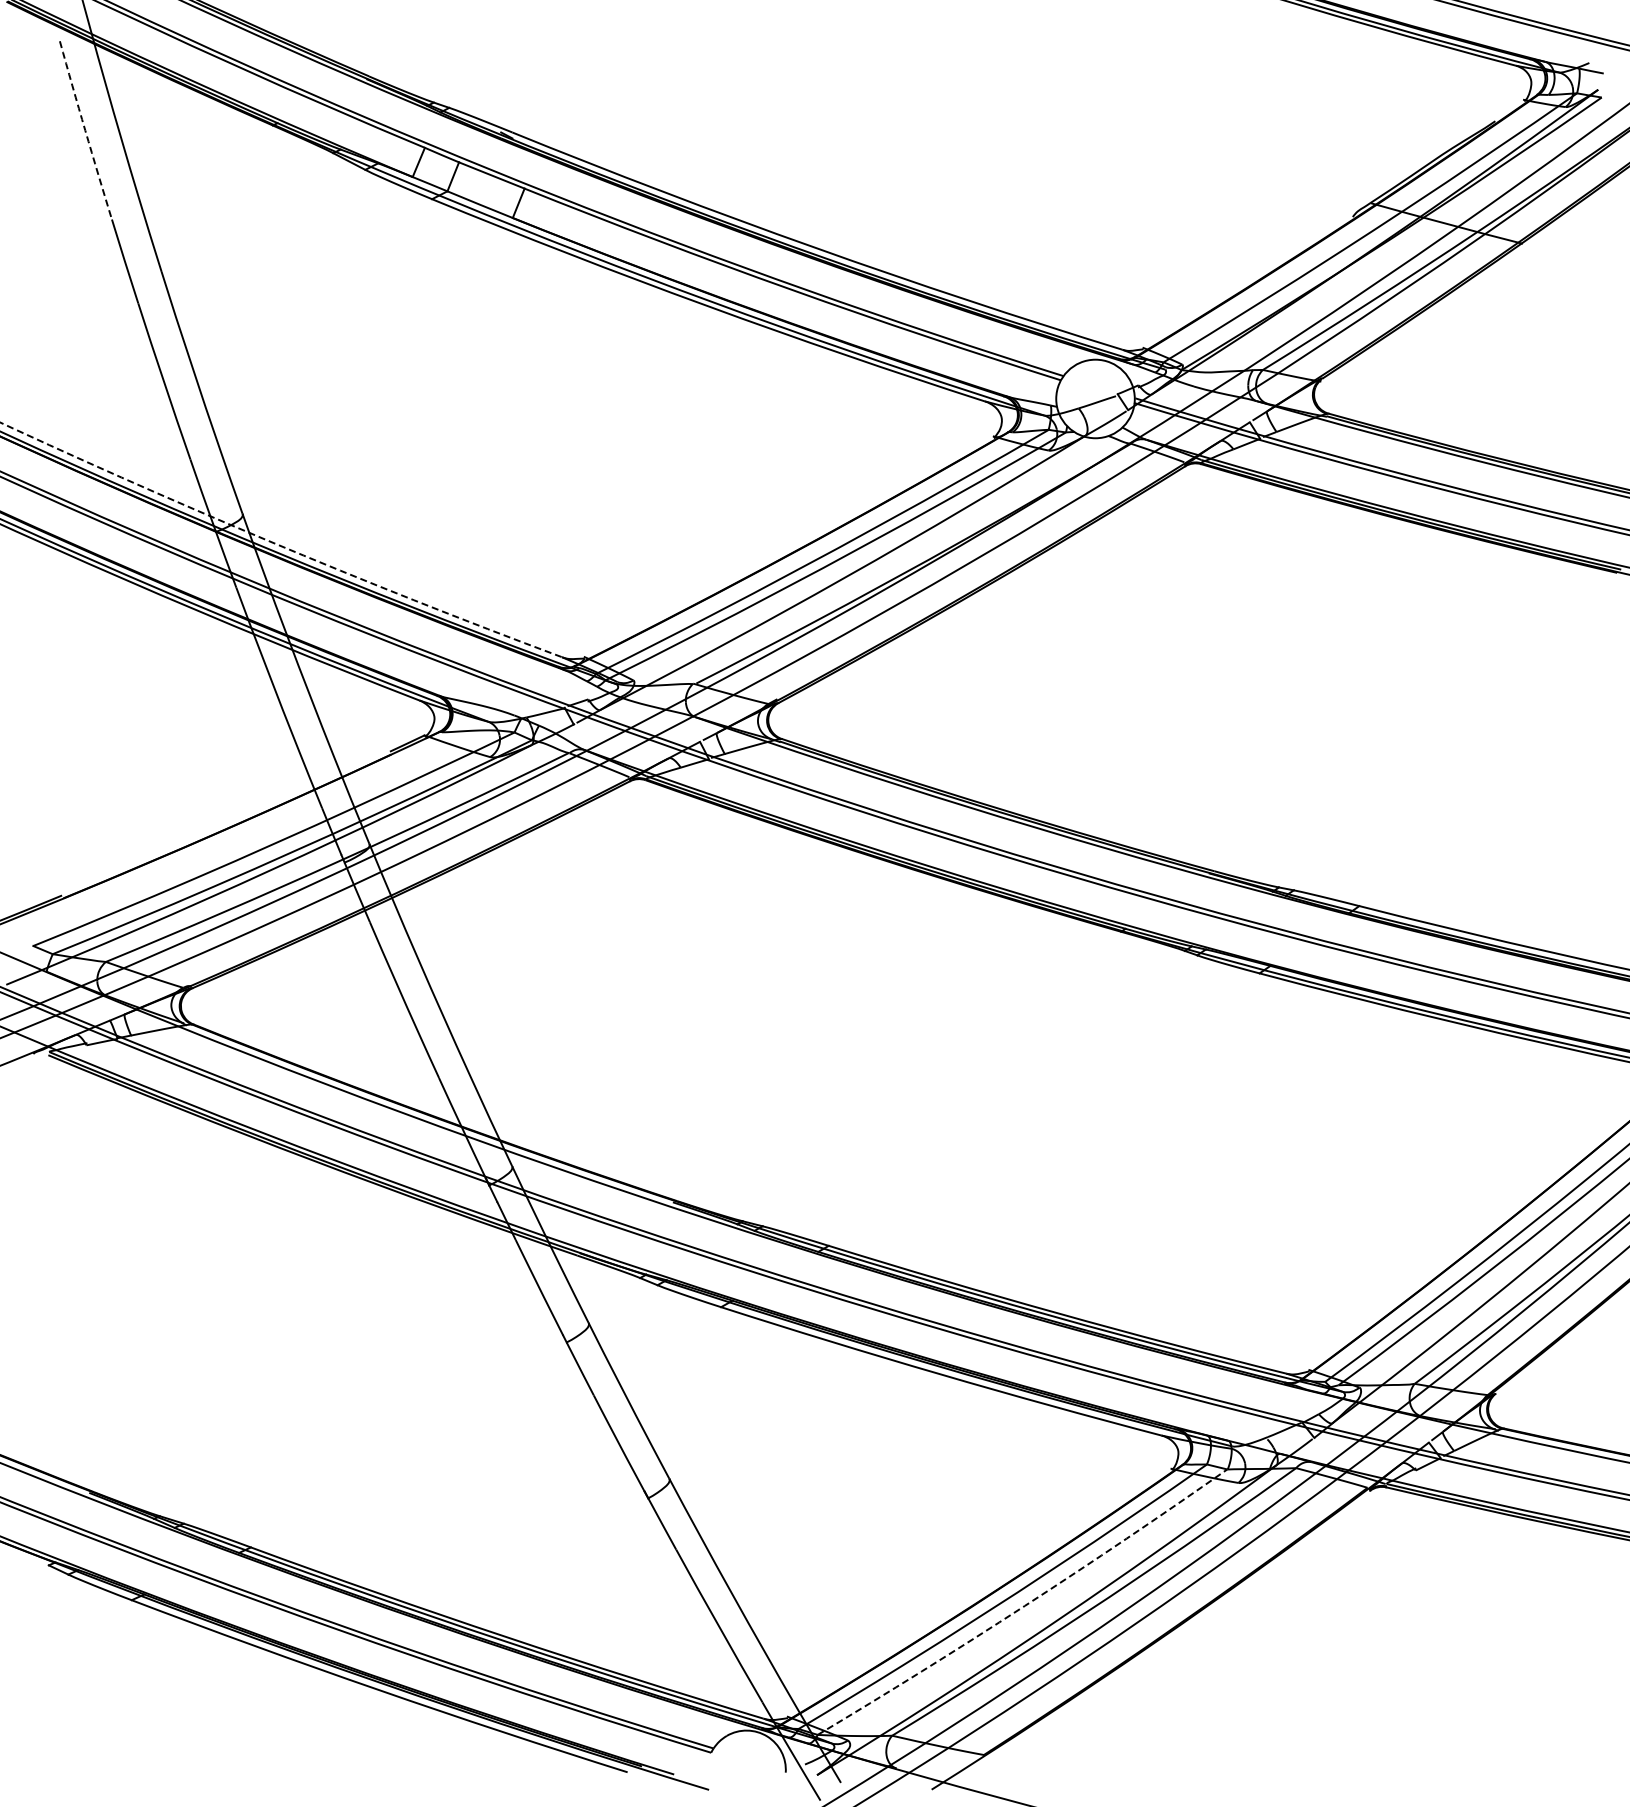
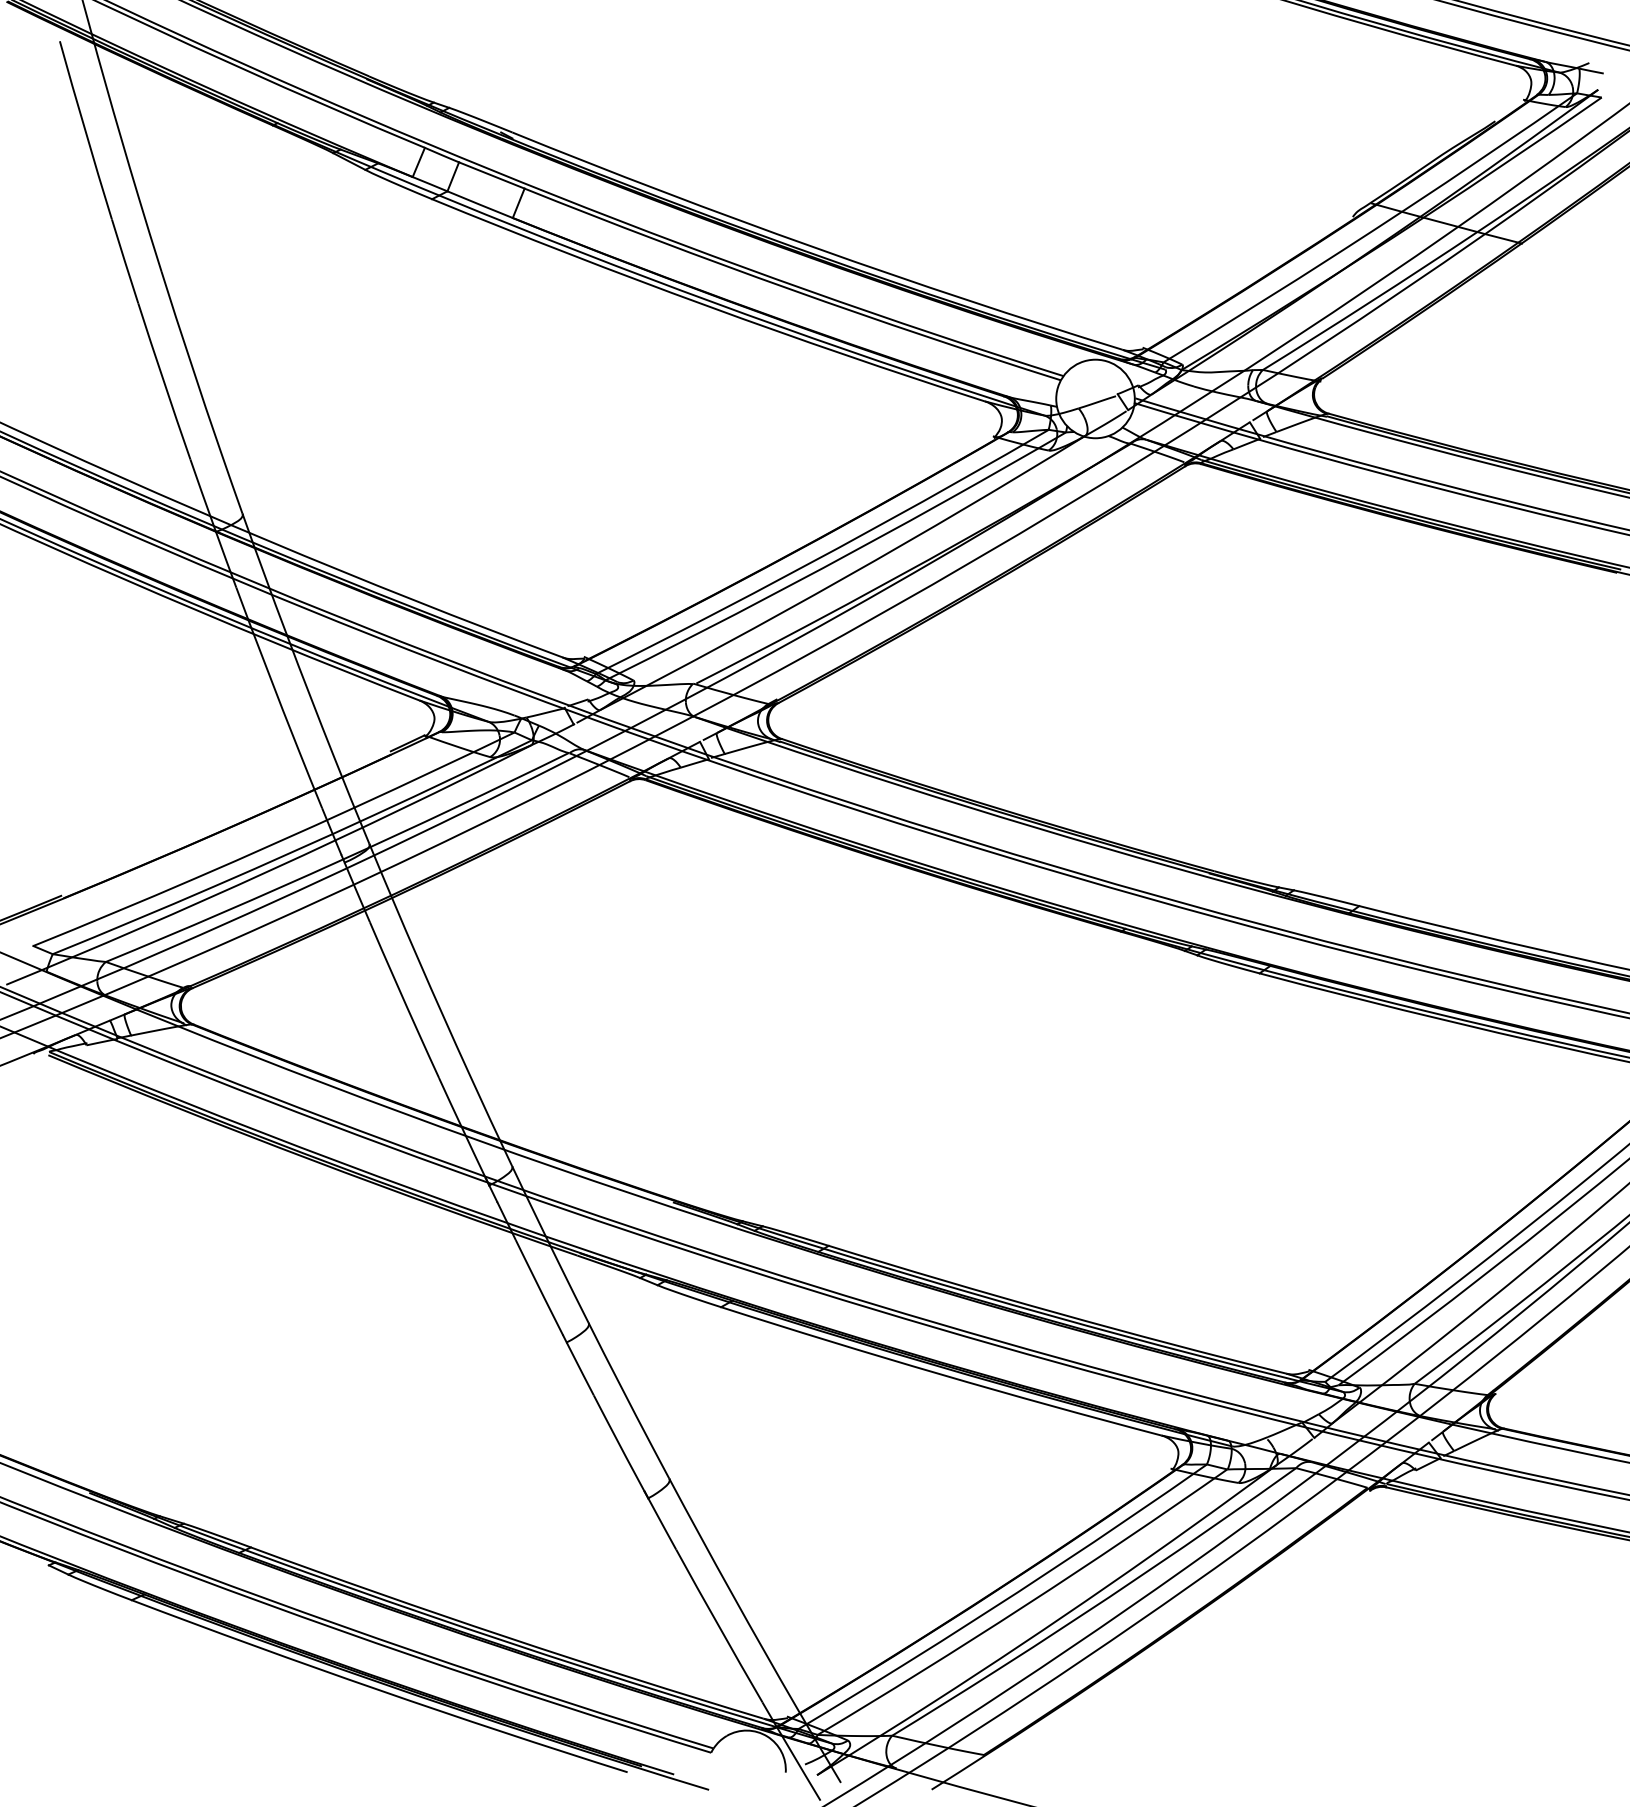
arc at (85, 130): dashed -> solid
arc at (279, 545): dashed -> solid
arc at (1024, 1605): dashed -> solid
